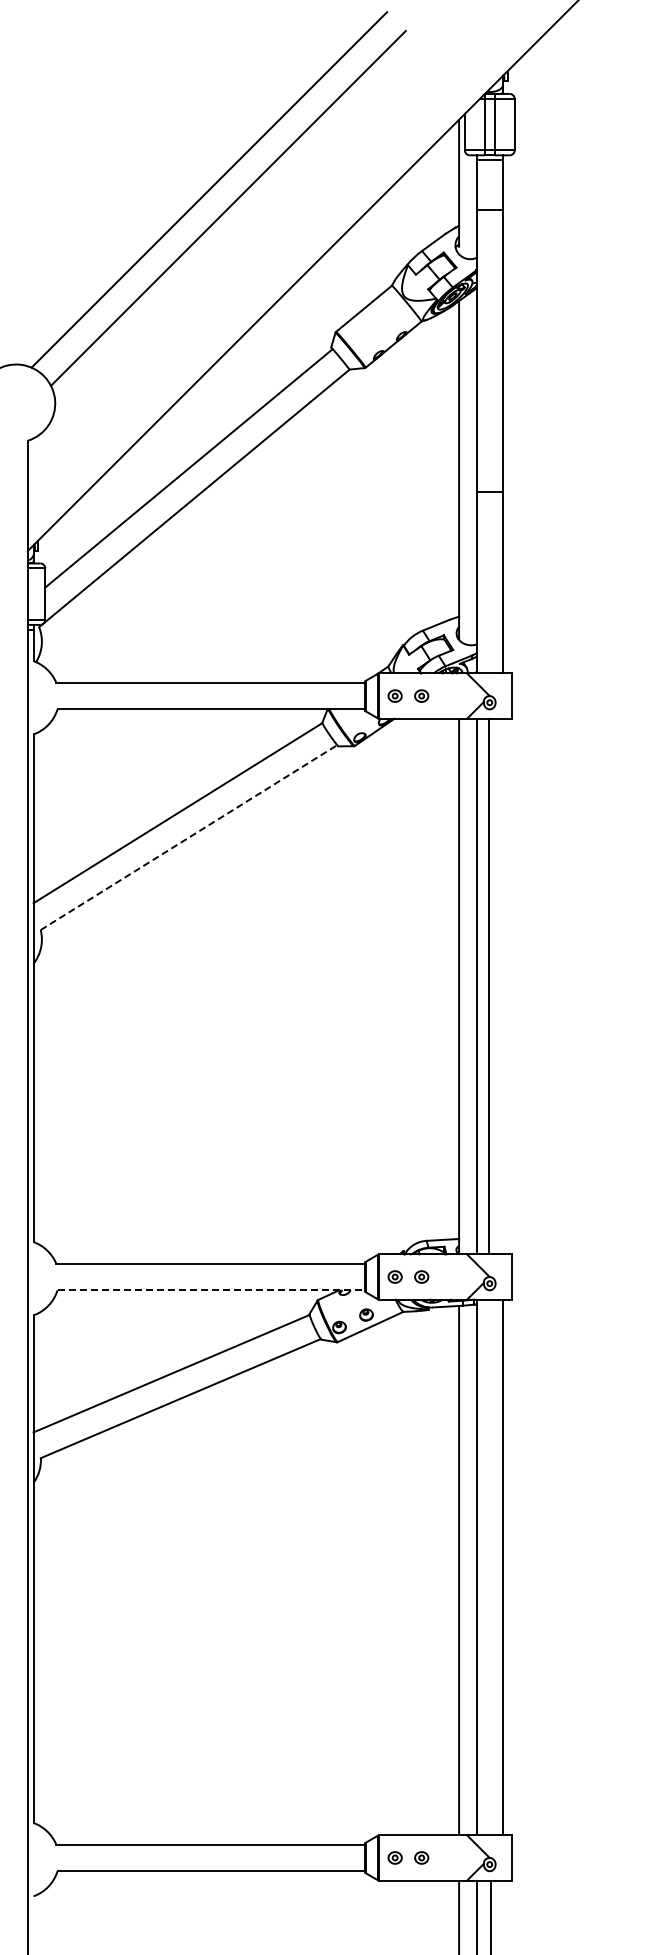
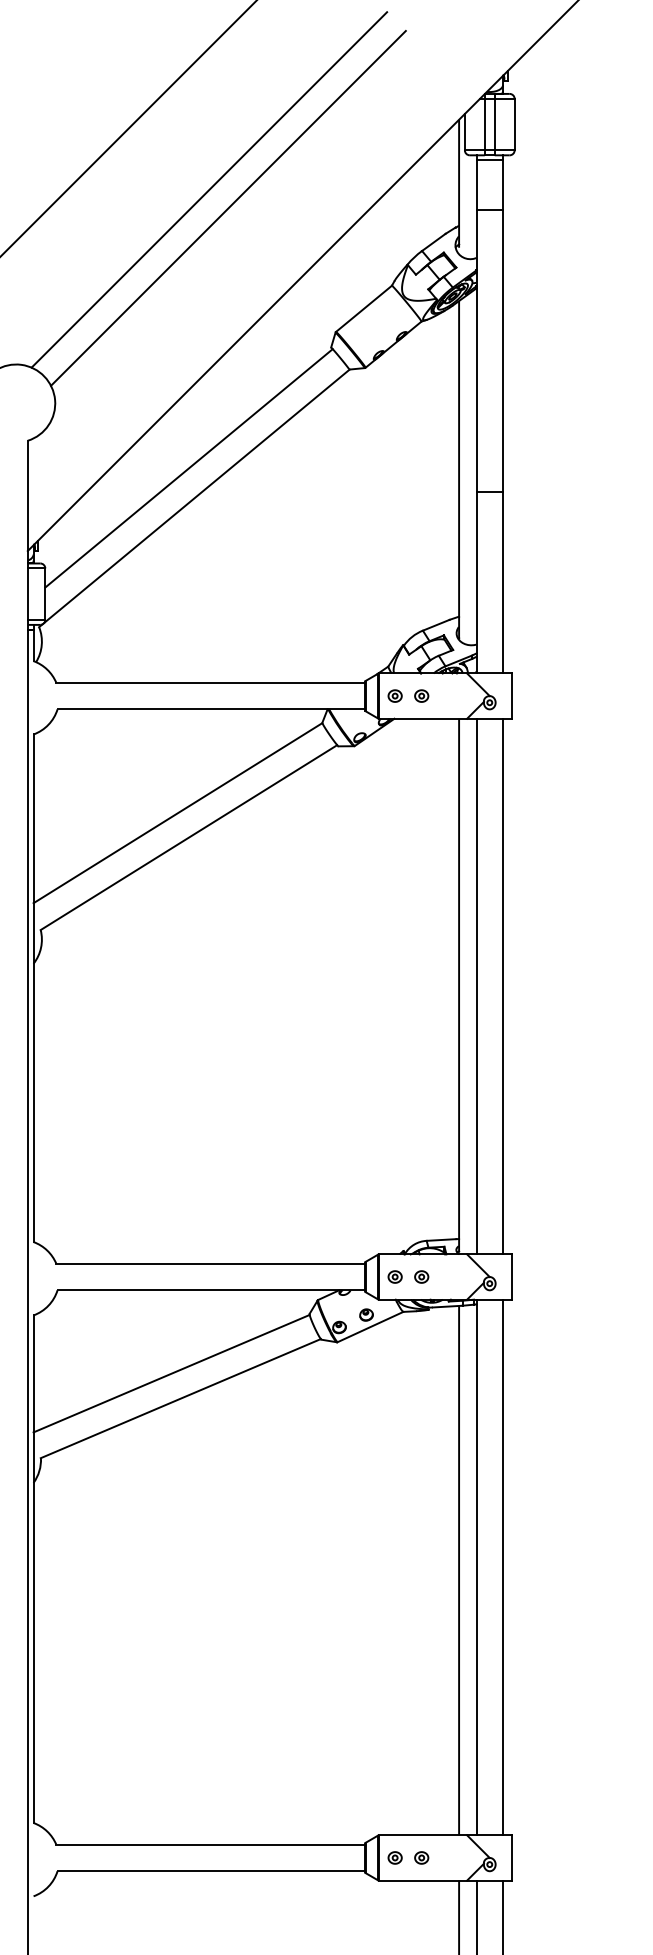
line at (128, 128): none -> present
line at (188, 837): dashed -> solid
line at (489, 986) position: (489, 986) -> (503, 986)
line at (211, 1290): dashed -> solid
line at (491, 1915) position: (491, 1915) -> (503, 1915)
